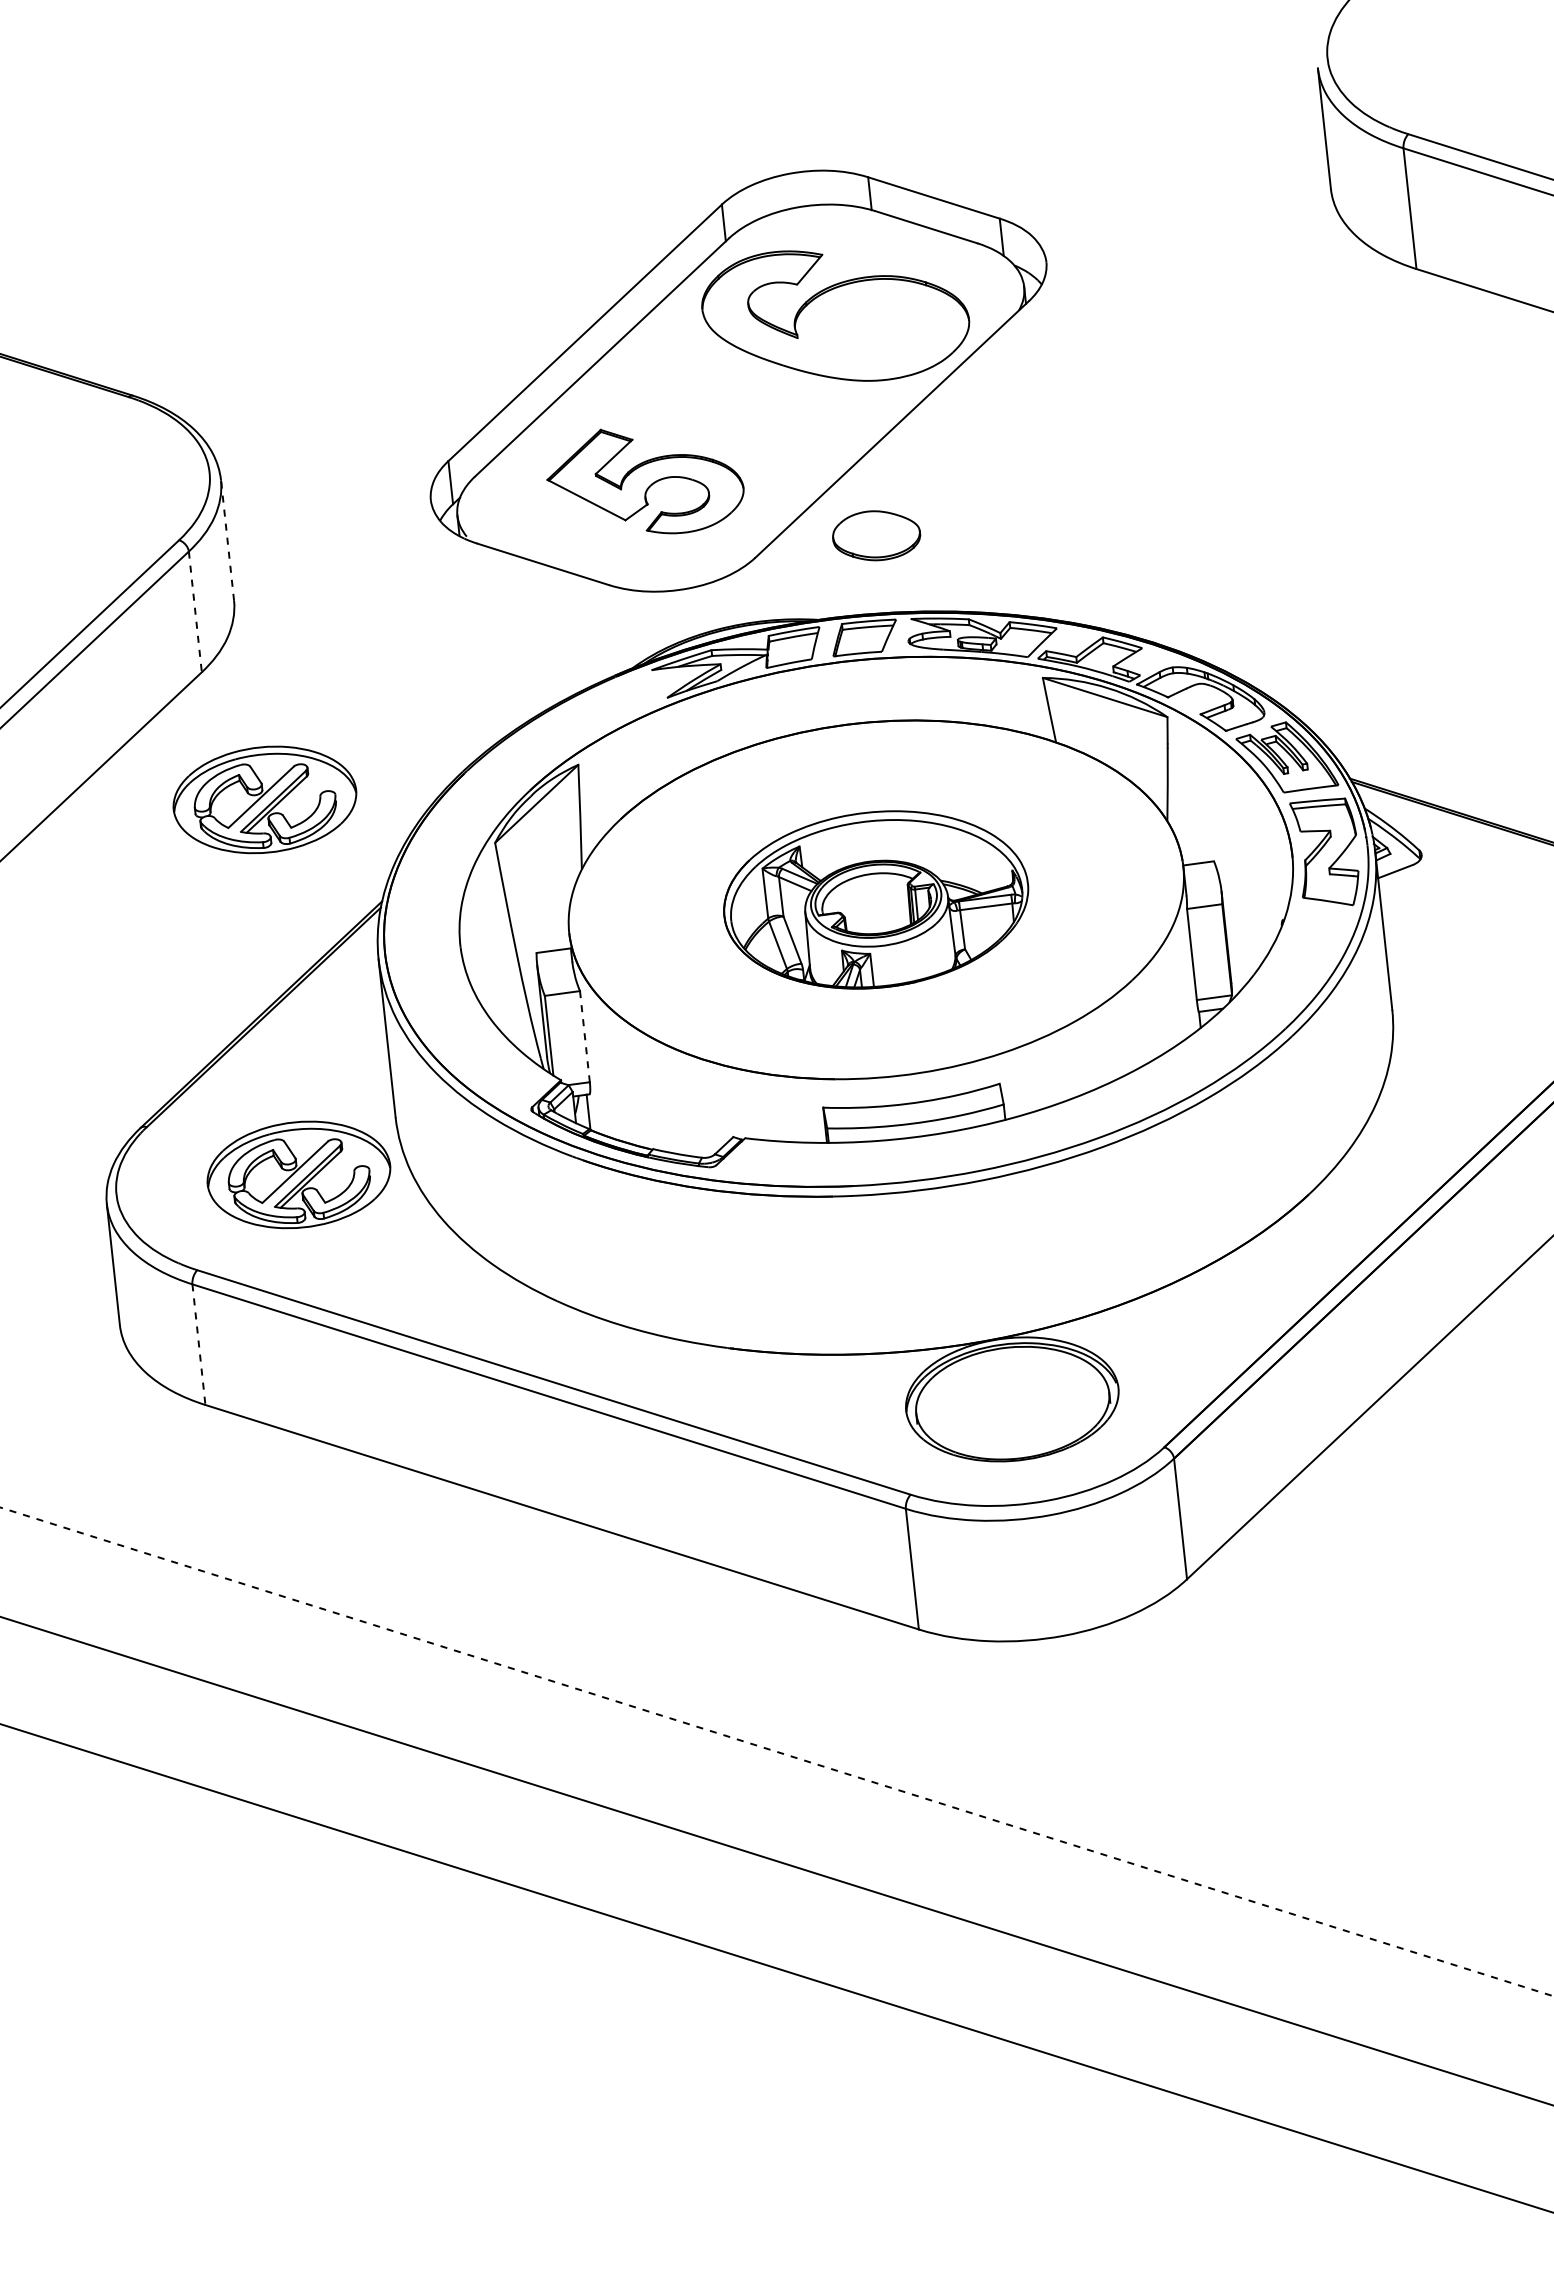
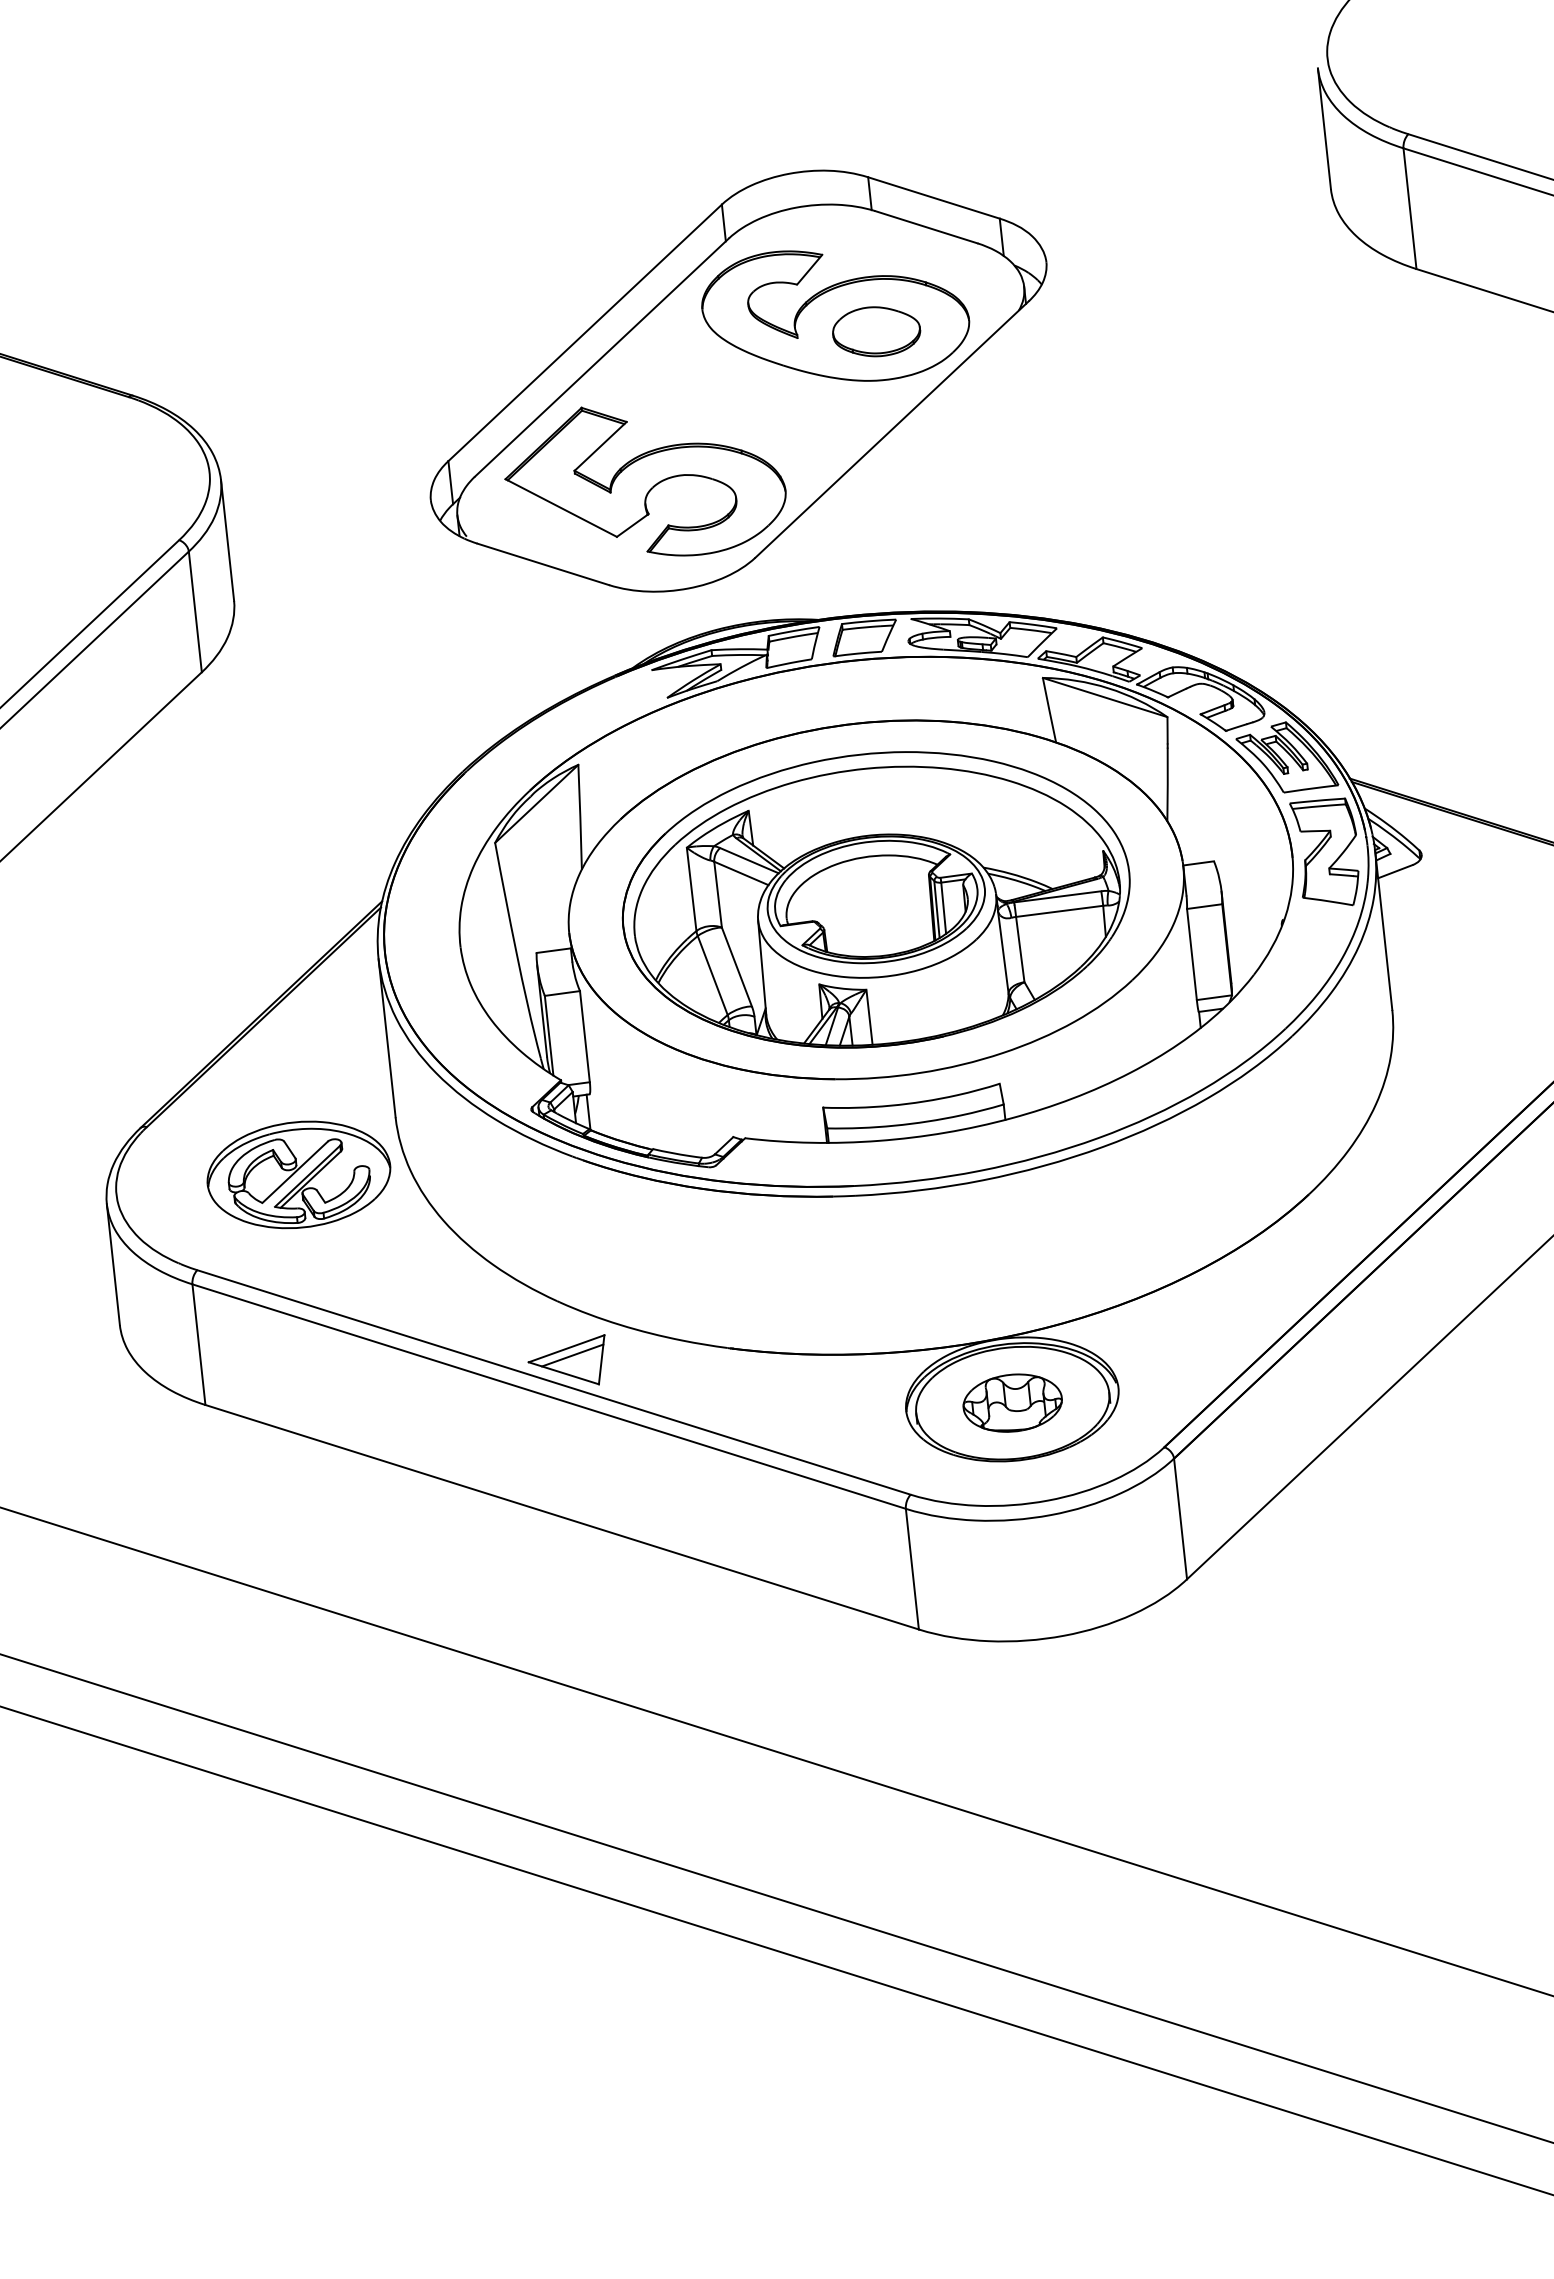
part at (645, 481) size: 199x107 px -> 283x151 px
part at (876, 535) position: (876, 535) -> (876, 331)
line at (227, 540): dashed -> solid
line at (195, 611): dashed -> solid
part at (264, 799): present -> none
part at (876, 899) size: 307x180 px -> 510x298 px
line at (584, 1036): dashed -> solid
line at (198, 1344): dashed -> solid
part at (566, 1359): none -> present
part at (1012, 1402): none -> present
line at (776, 1751): dashed -> solid
line at (776, 1860) position: (776, 1860) -> (776, 1898)
line at (776, 1967) position: (776, 1967) -> (776, 1950)
